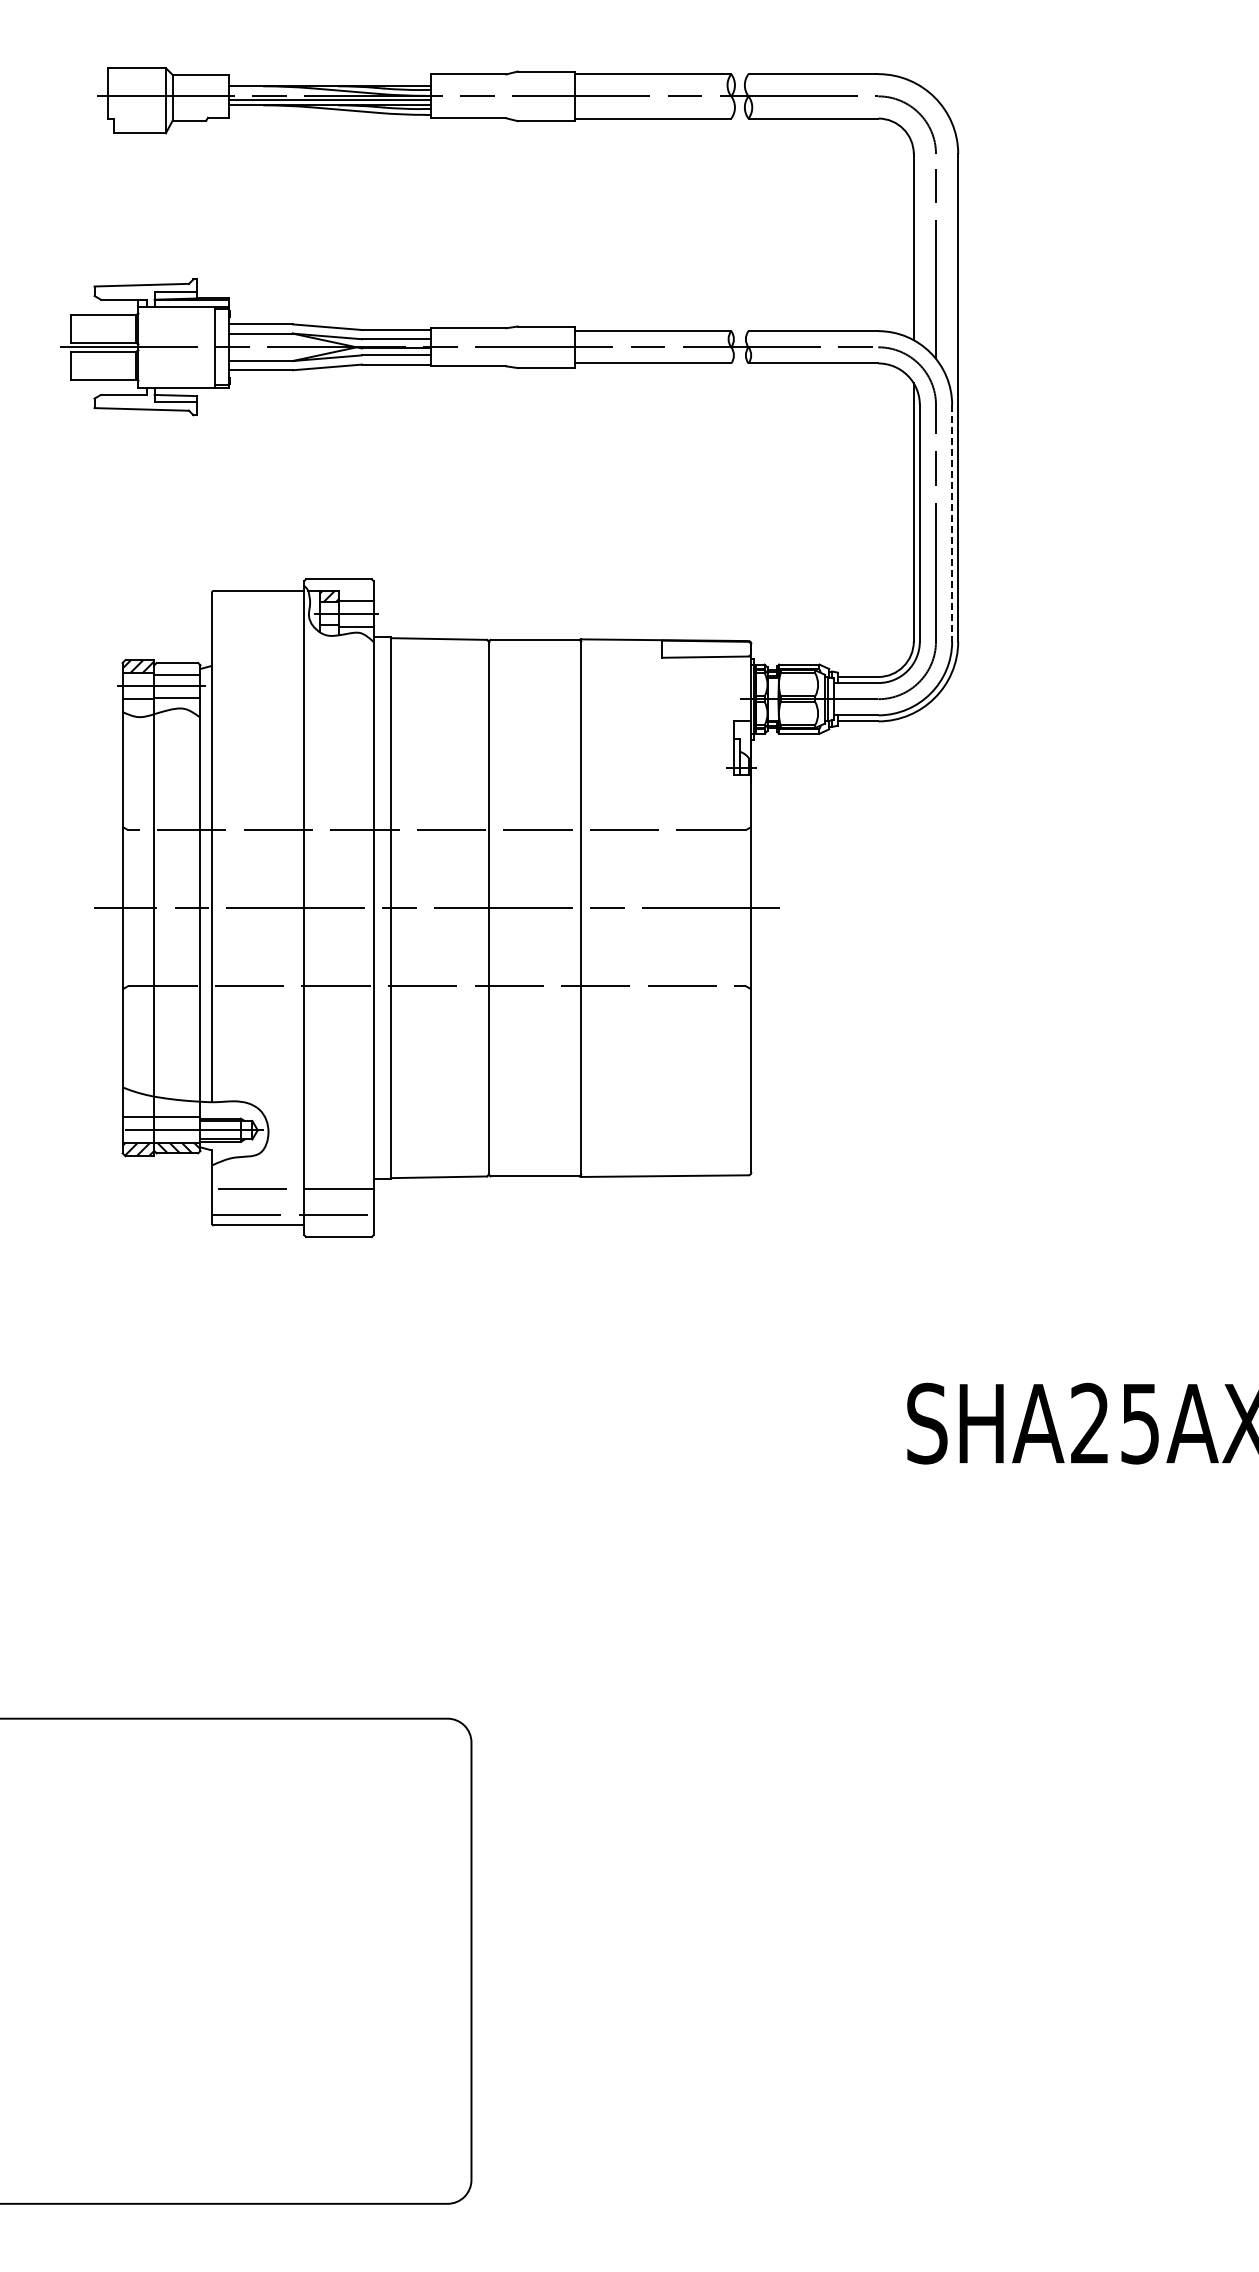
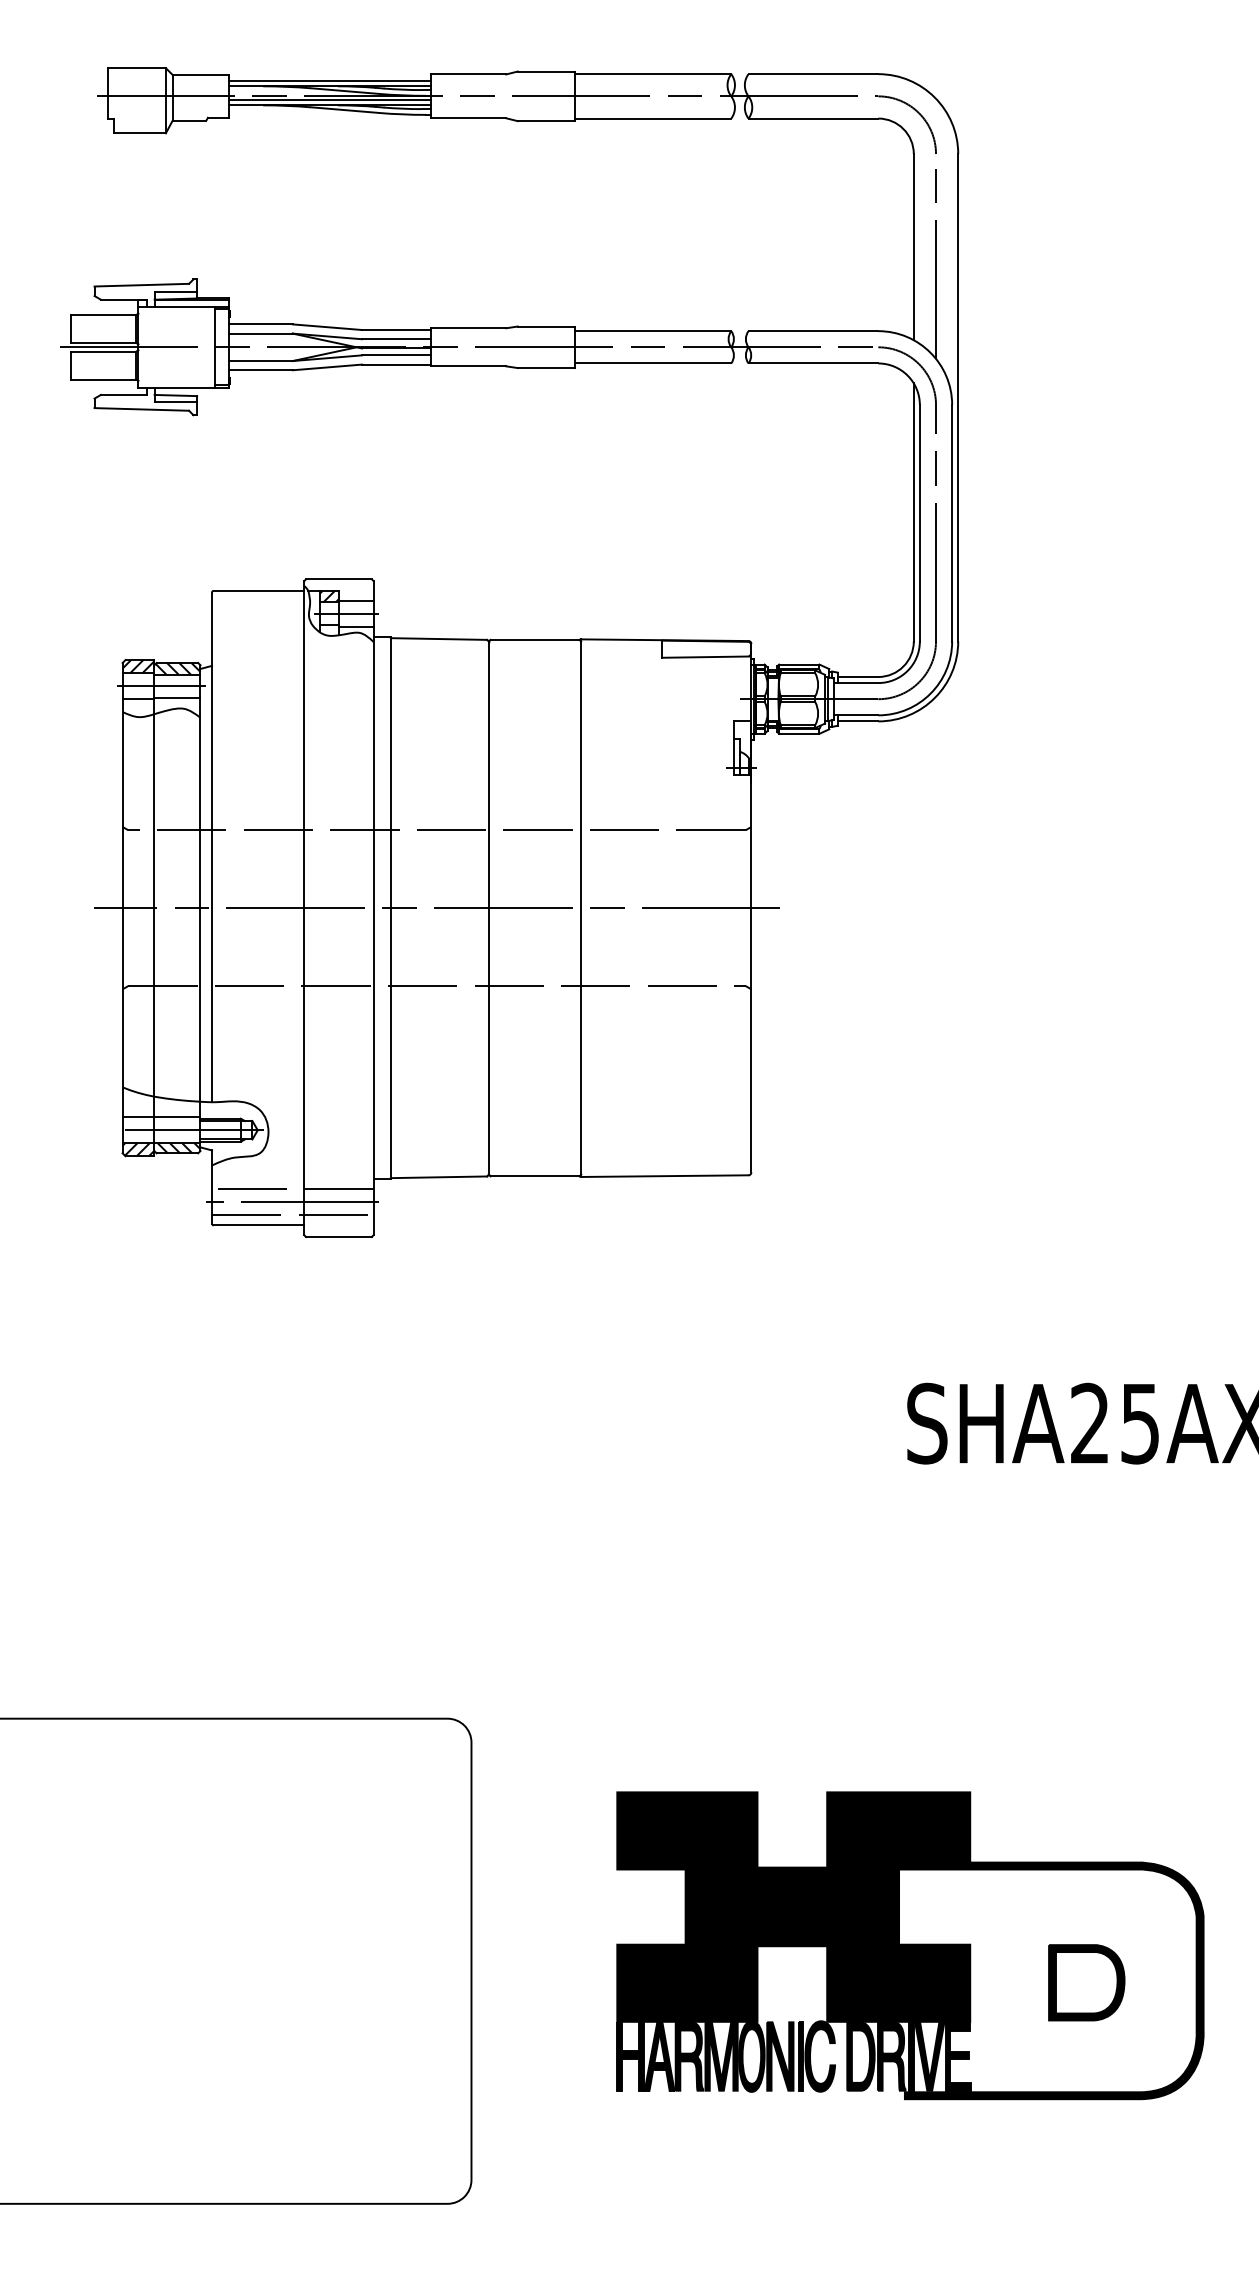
line at (330, 80): none -> present
line at (952, 523): dashed -> solid
hatch at (177, 668): none -> present
line at (292, 1202): none -> present
part at (910, 1945): none -> present
